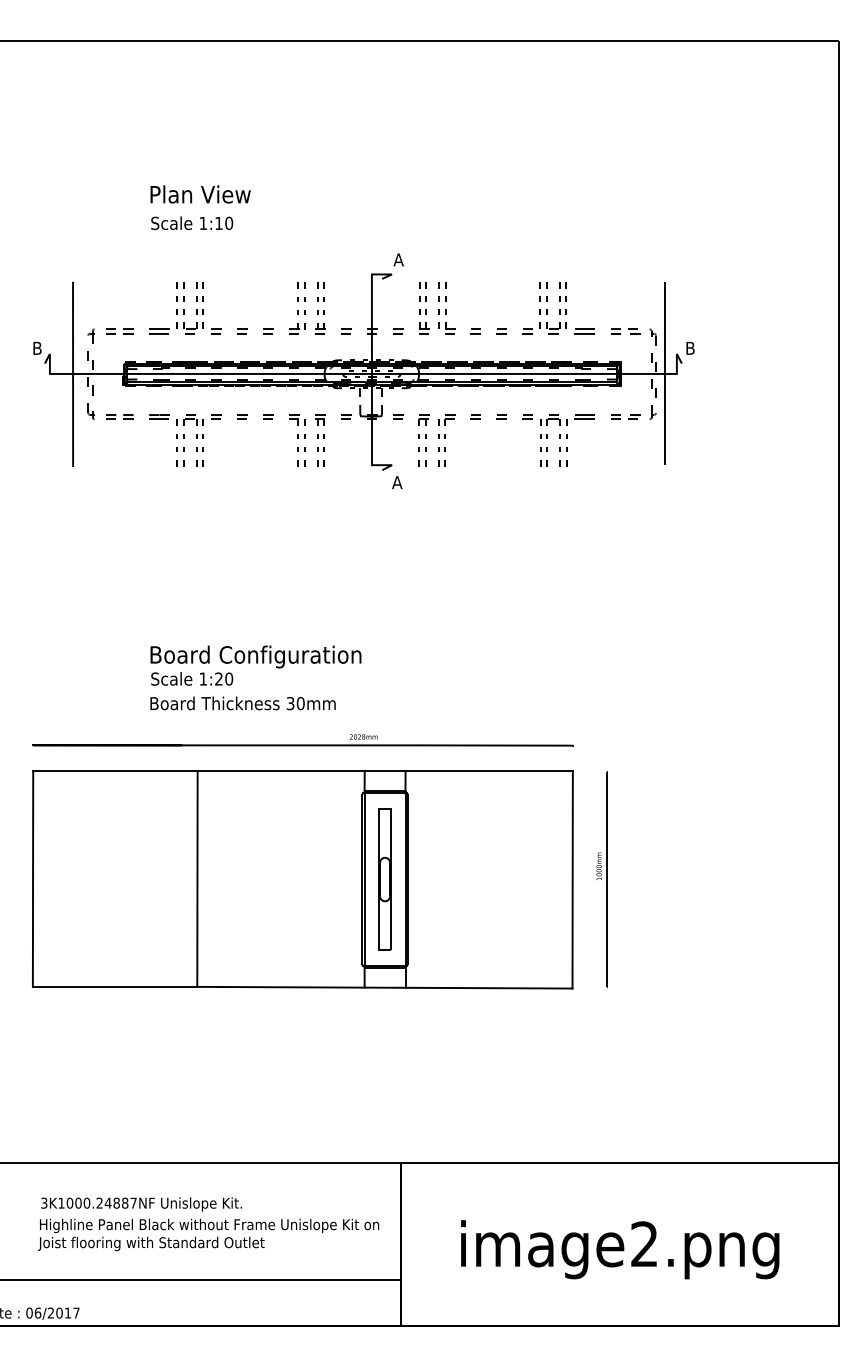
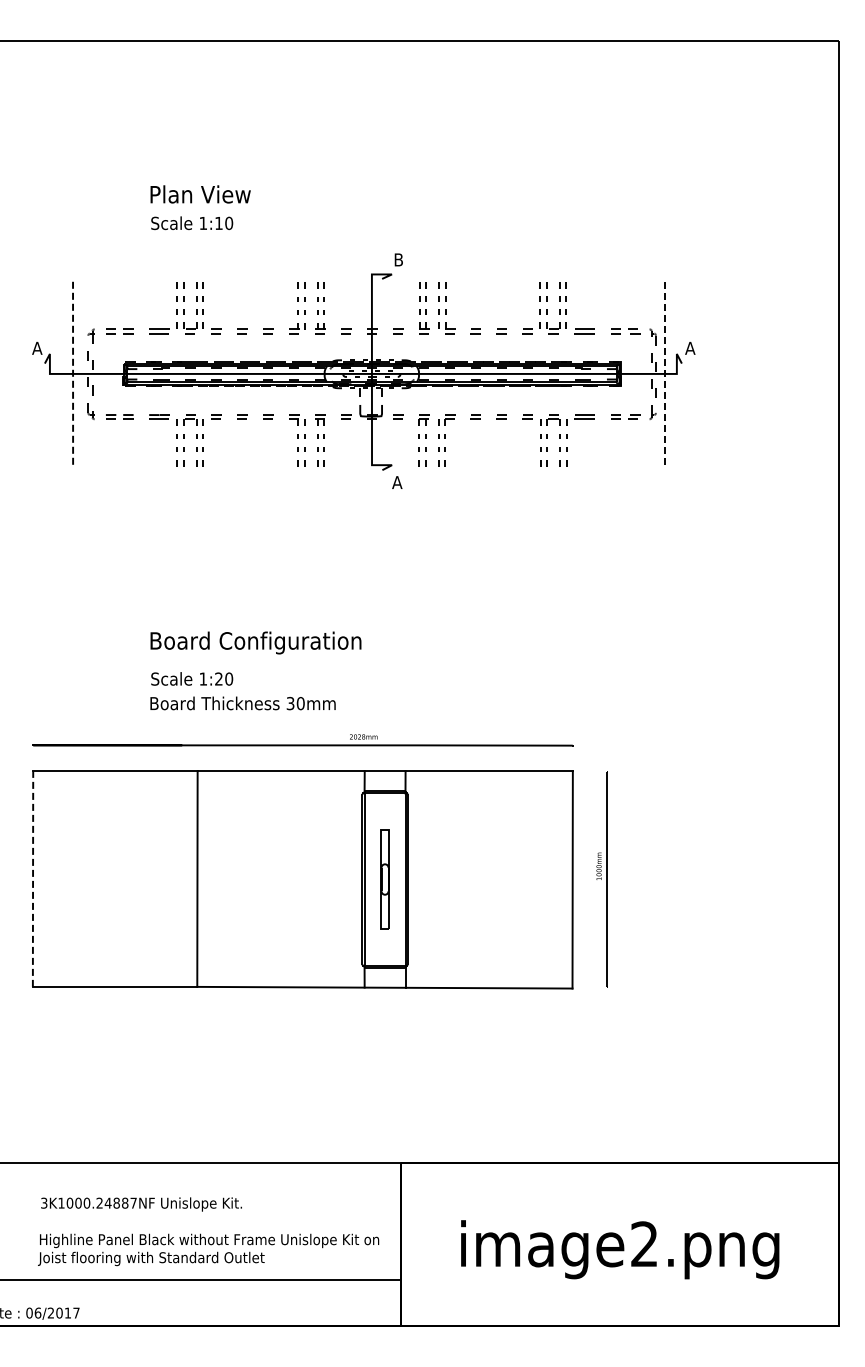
text at (398, 259): A -> B
text at (37, 347): B -> A
text at (690, 347): B -> A
line at (665, 373): solid -> dashed
line at (73, 374): solid -> dashed
text at (255, 656) position: (255, 656) -> (255, 642)
line at (33, 879): solid -> dashed
part at (384, 879) size: 14x143 px -> 10x101 px
text at (208, 1234) position: (208, 1234) -> (208, 1249)
